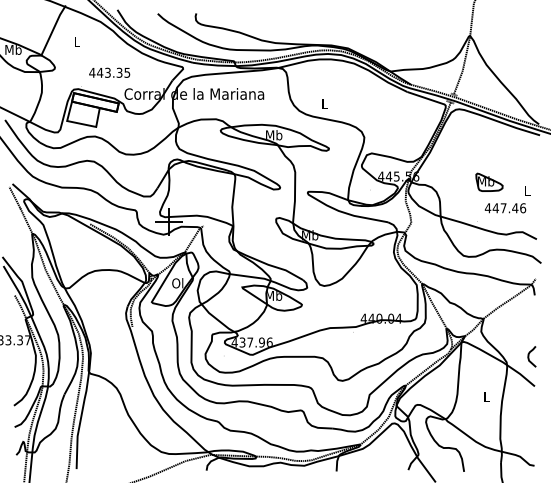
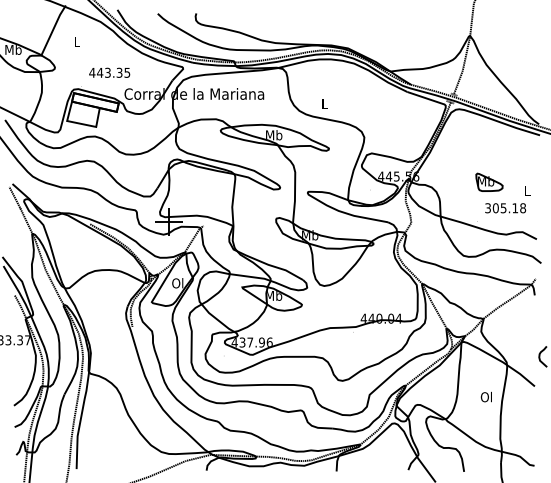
text at (505, 208): 447.46 -> 305.18
curve at (529, 356) position: (529, 356) -> (540, 356)
text at (485, 396): L -> Ol
